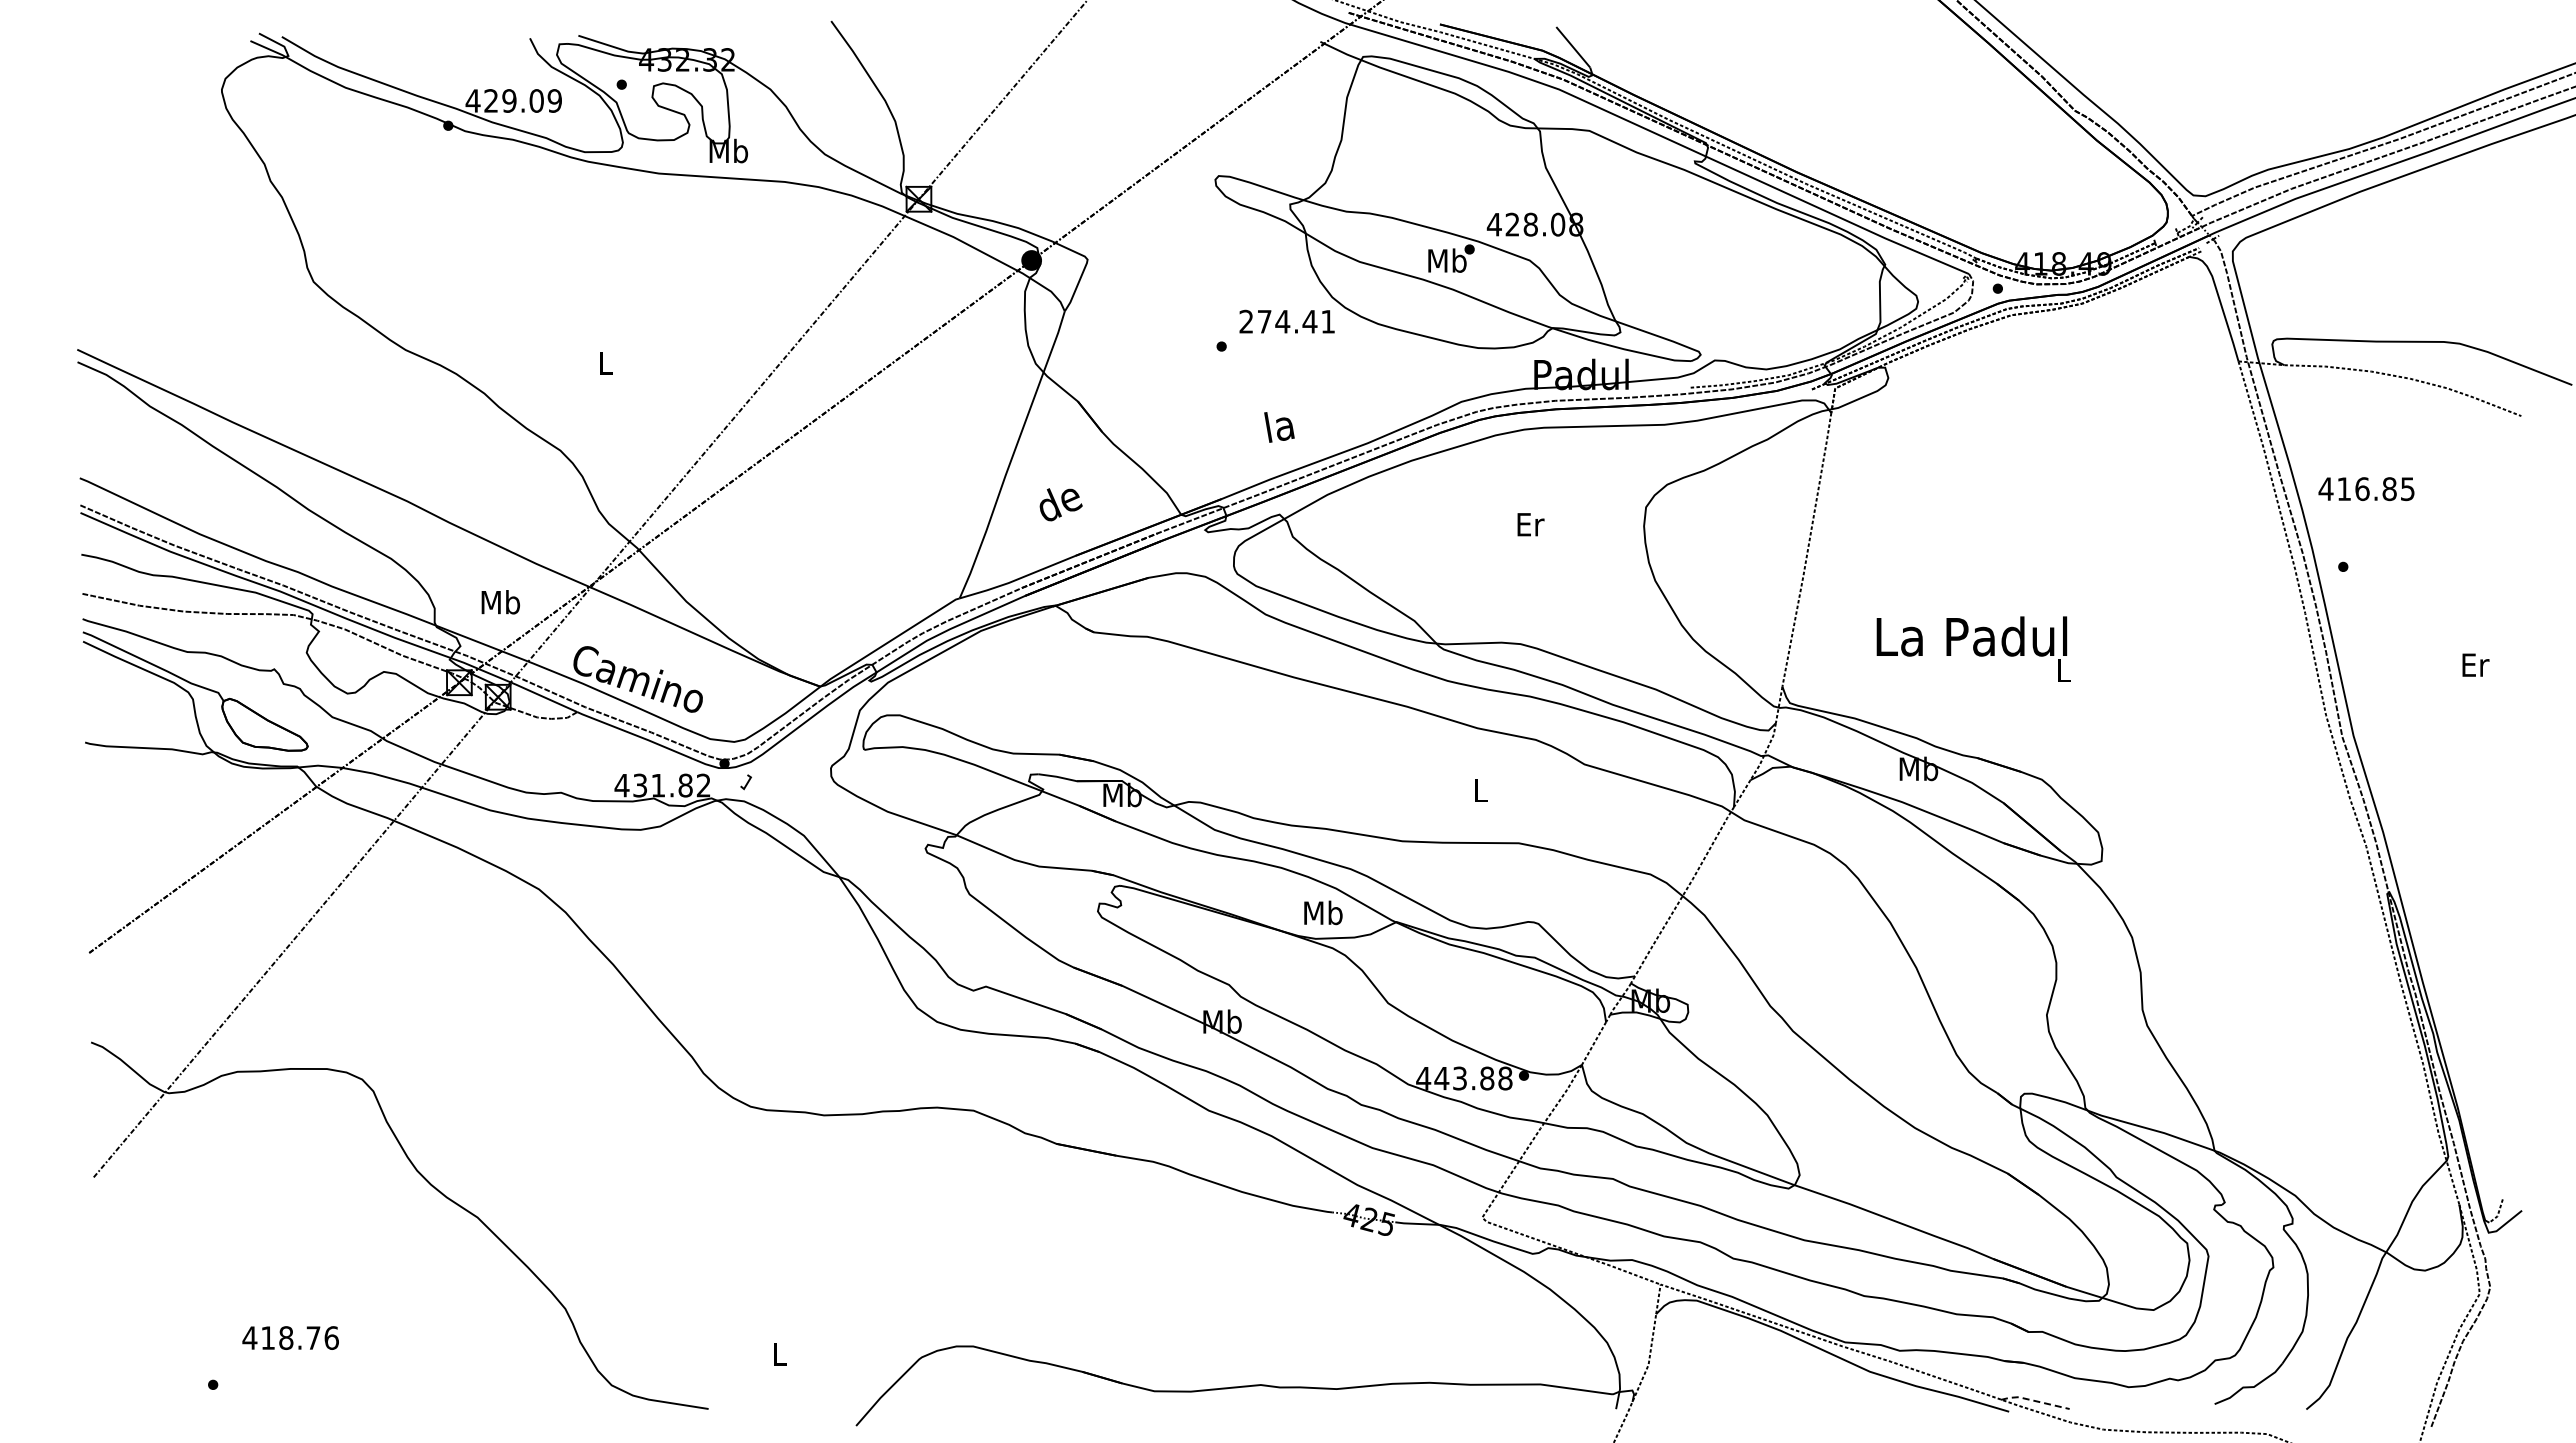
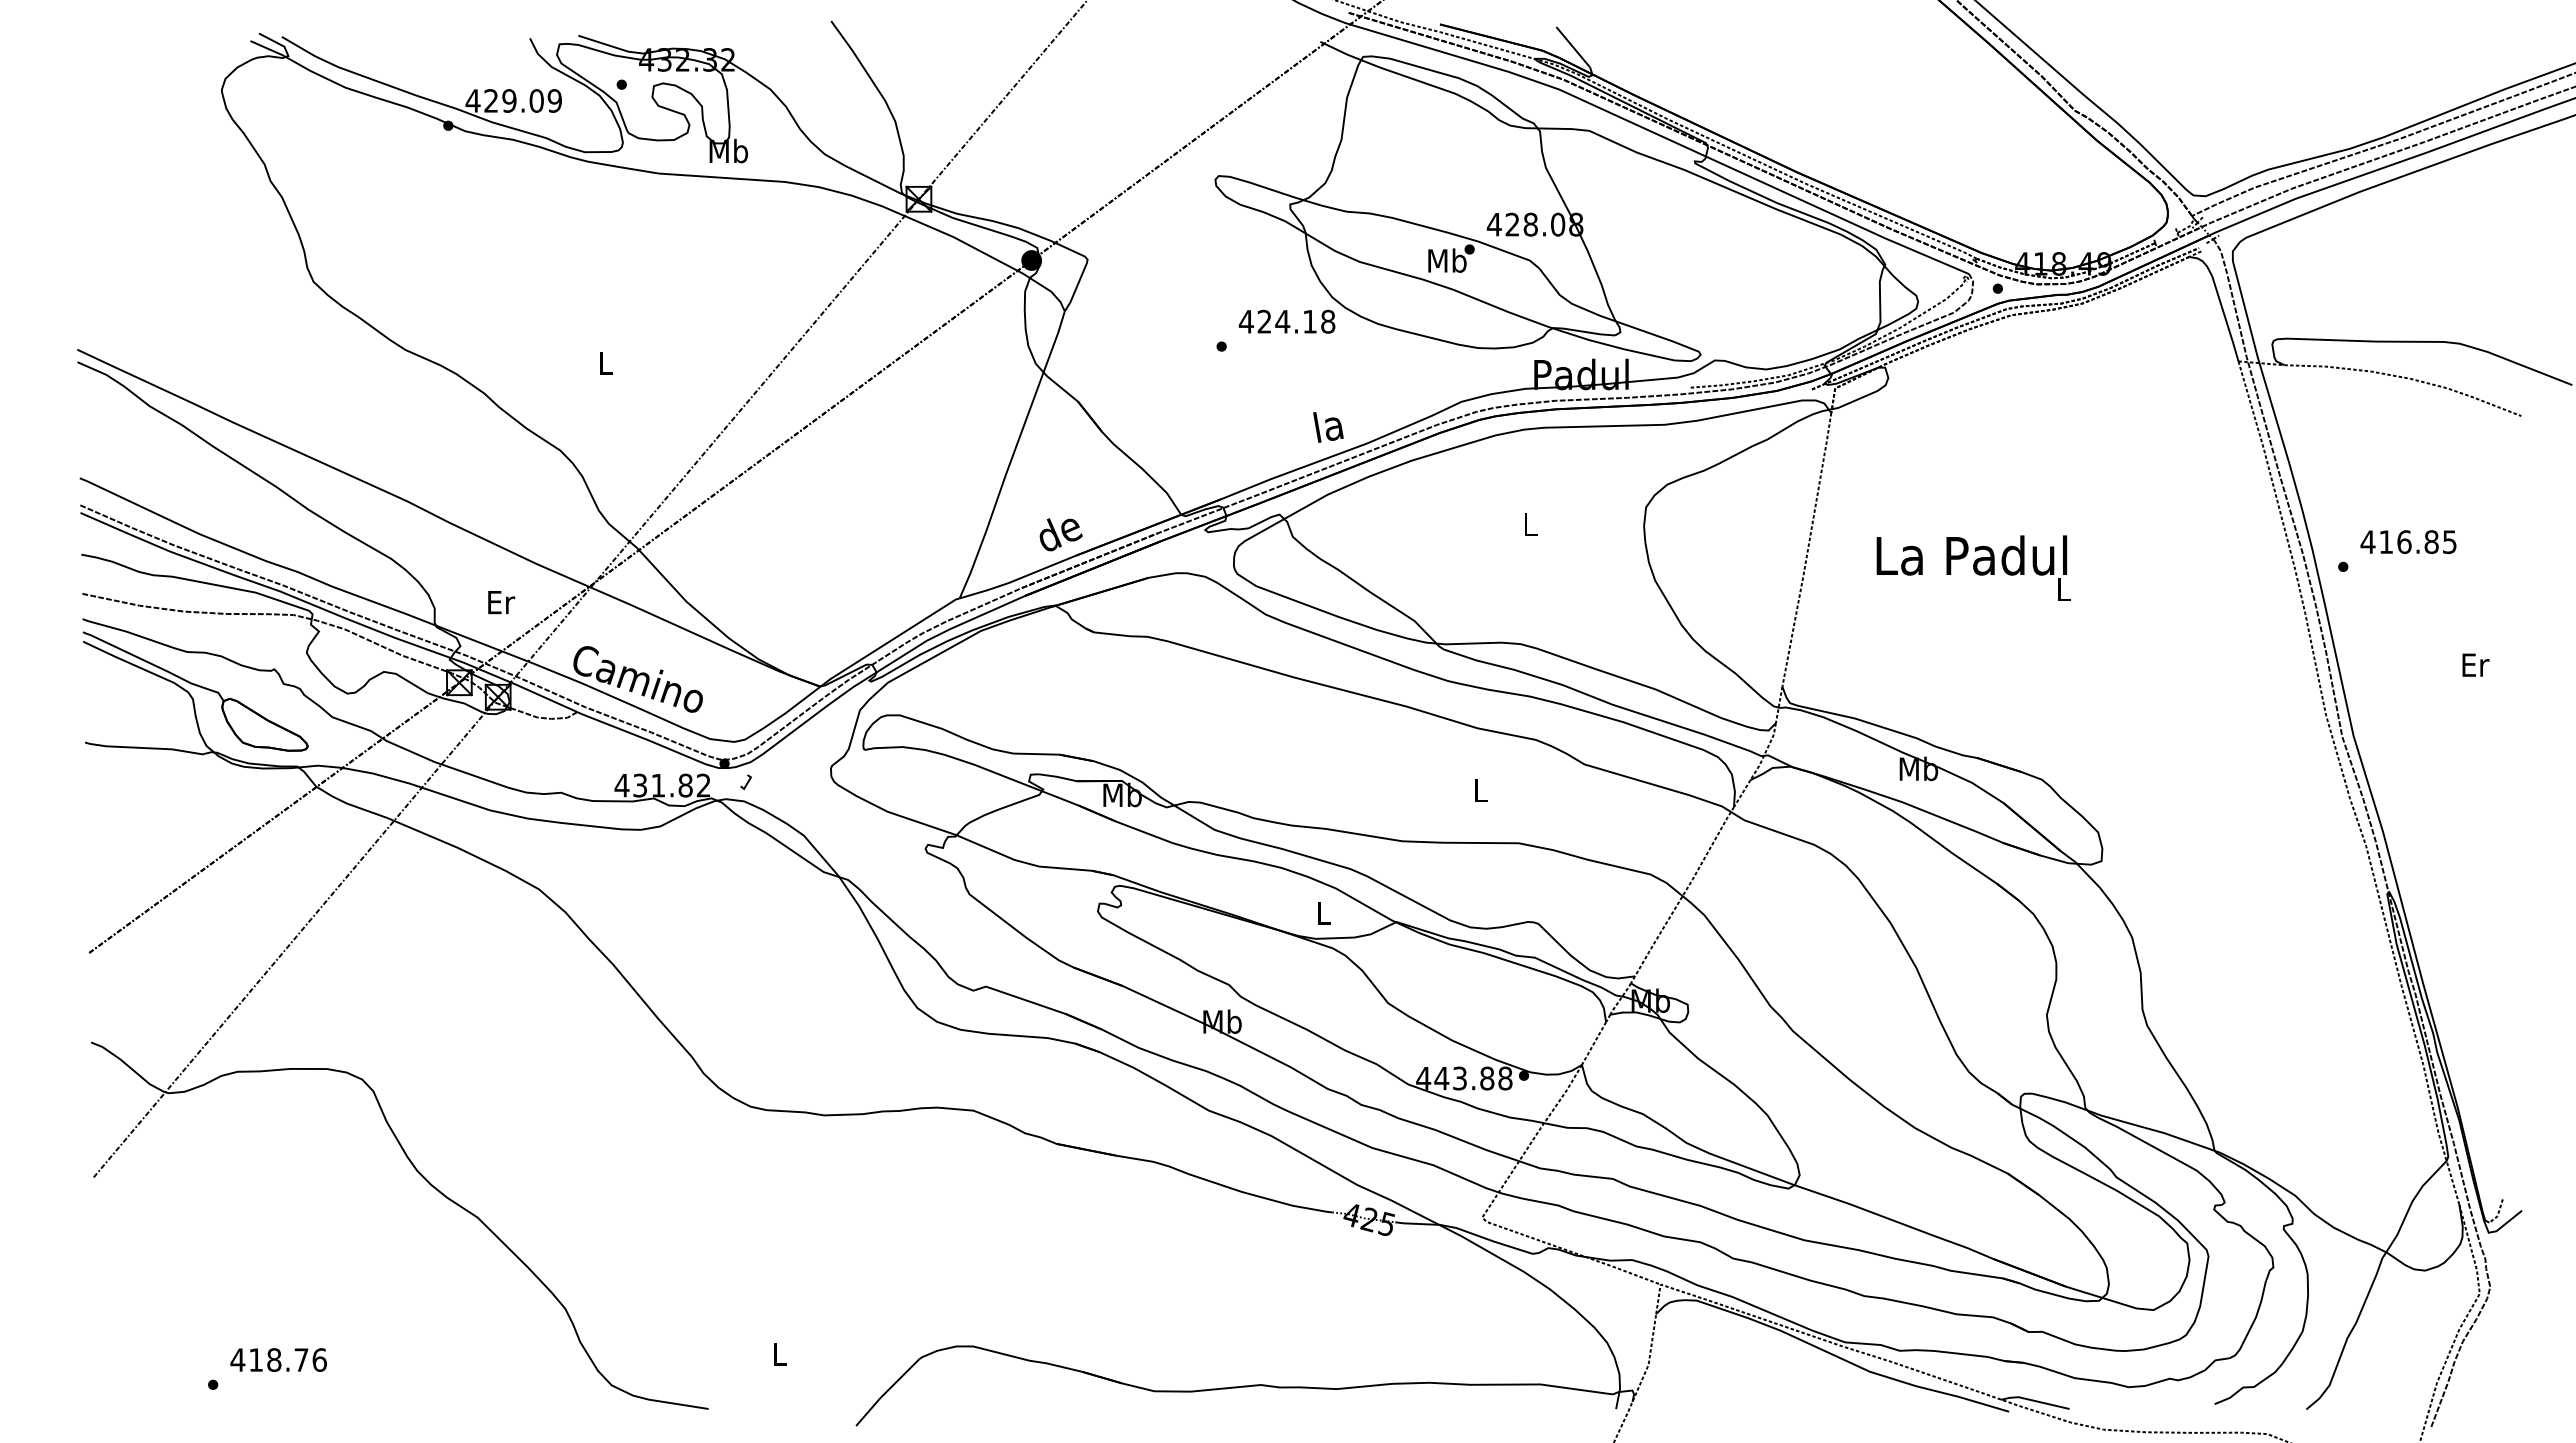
text at (1286, 321): 274.41 -> 424.18
text at (1279, 427) position: (1279, 427) -> (1328, 427)
text at (2366, 489) position: (2366, 489) -> (2408, 542)
text at (1060, 504) position: (1060, 504) -> (1060, 534)
text at (1530, 524): Er -> L
text at (500, 602): Mb -> Er
text at (1973, 648) position: (1973, 648) -> (1973, 567)
text at (1323, 912): Mb -> L
text at (290, 1337) position: (290, 1337) -> (278, 1359)
line at (2034, 1400): dashed -> solid
